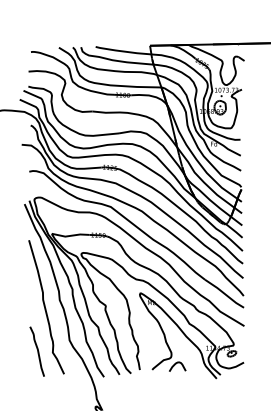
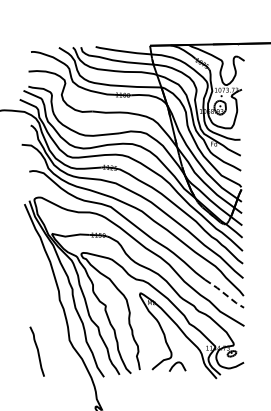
line at (224, 293): solid -> dashed
curve at (45, 307): present -> none
